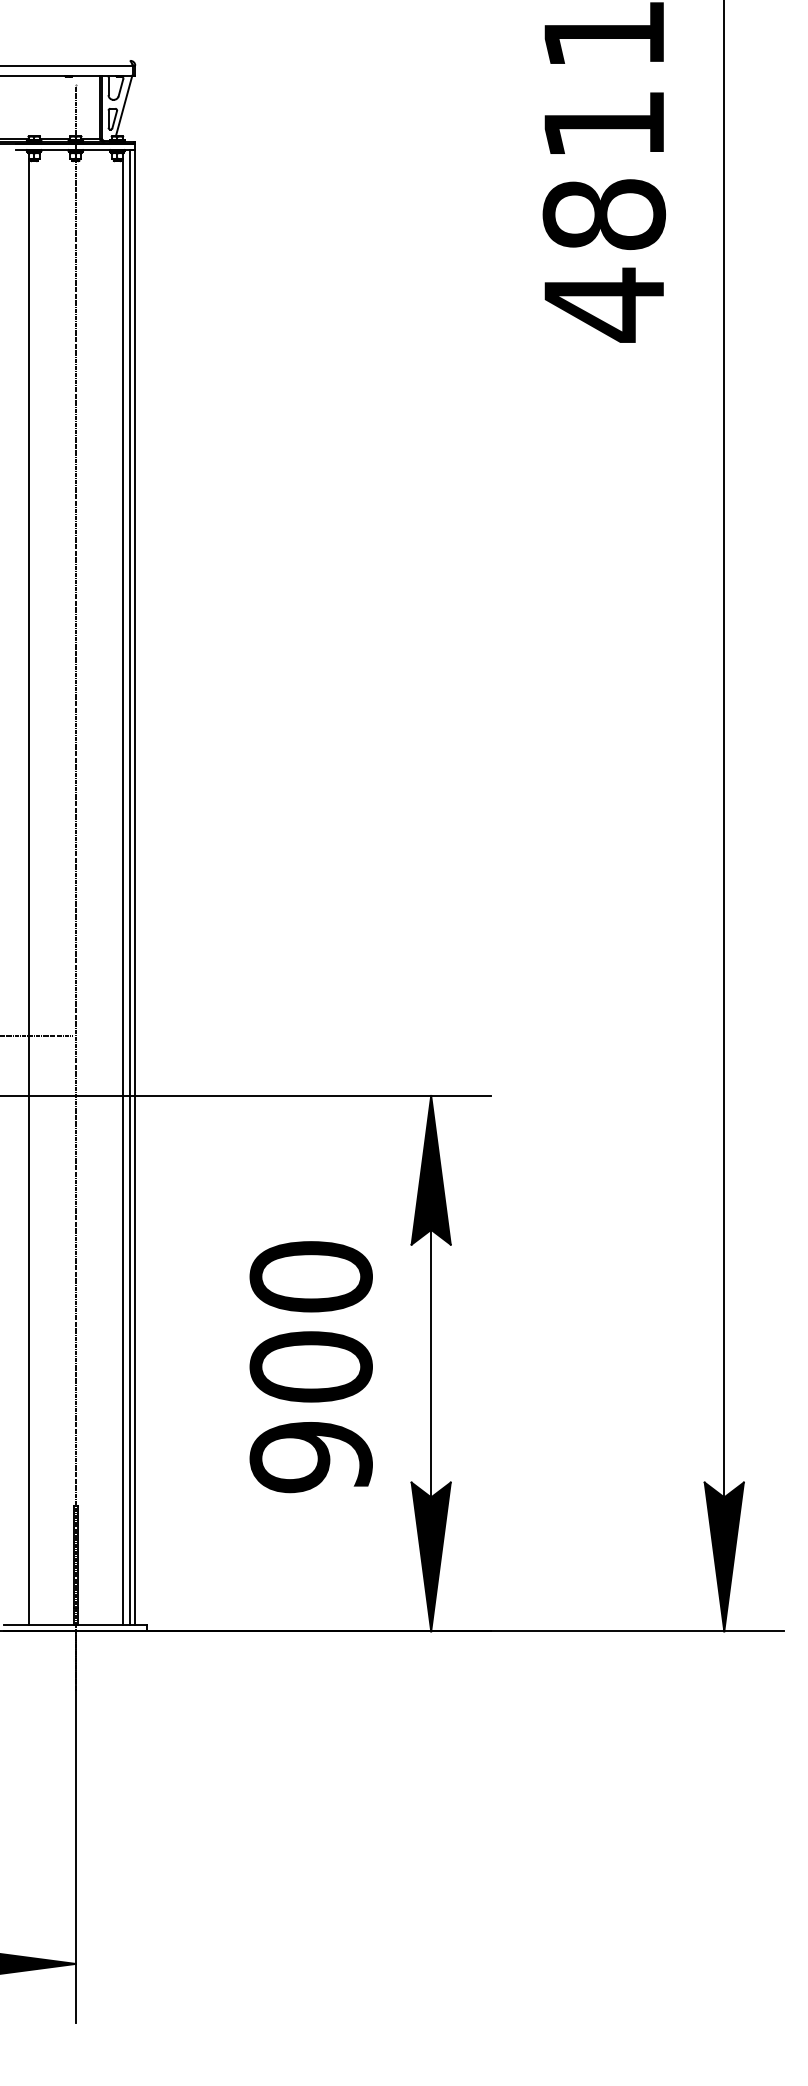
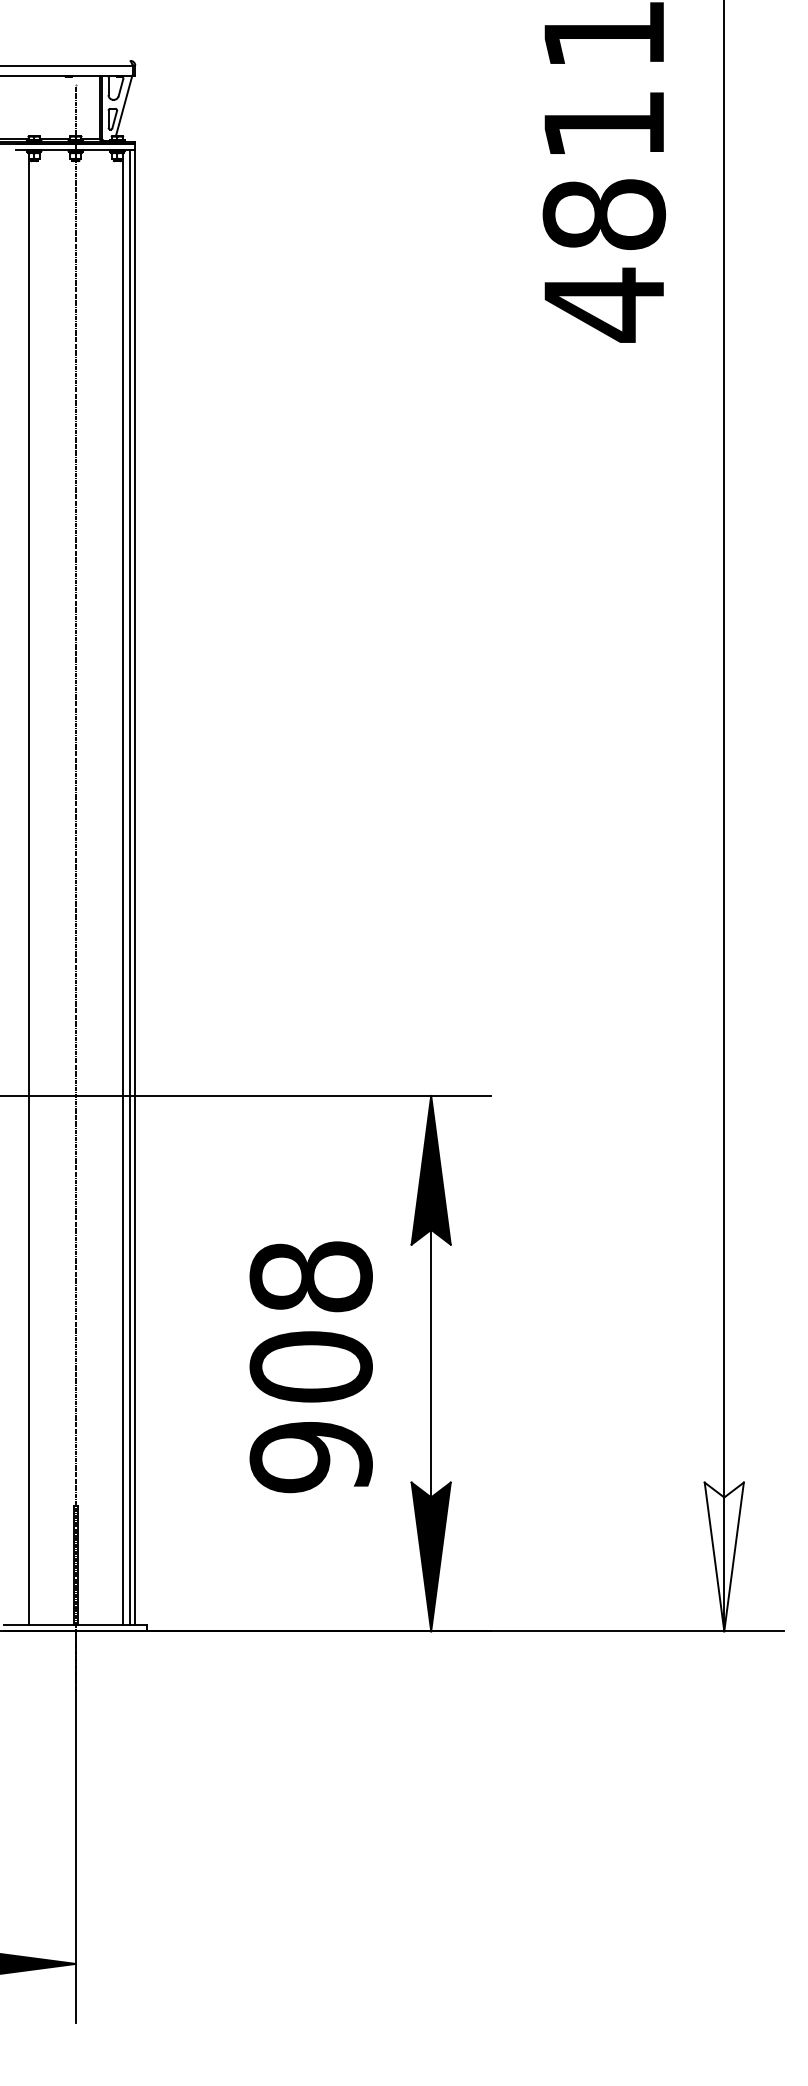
line at (37, 1036): present -> none
text at (310, 1276): 900 -> 908
fill at (723, 1556): present -> none
